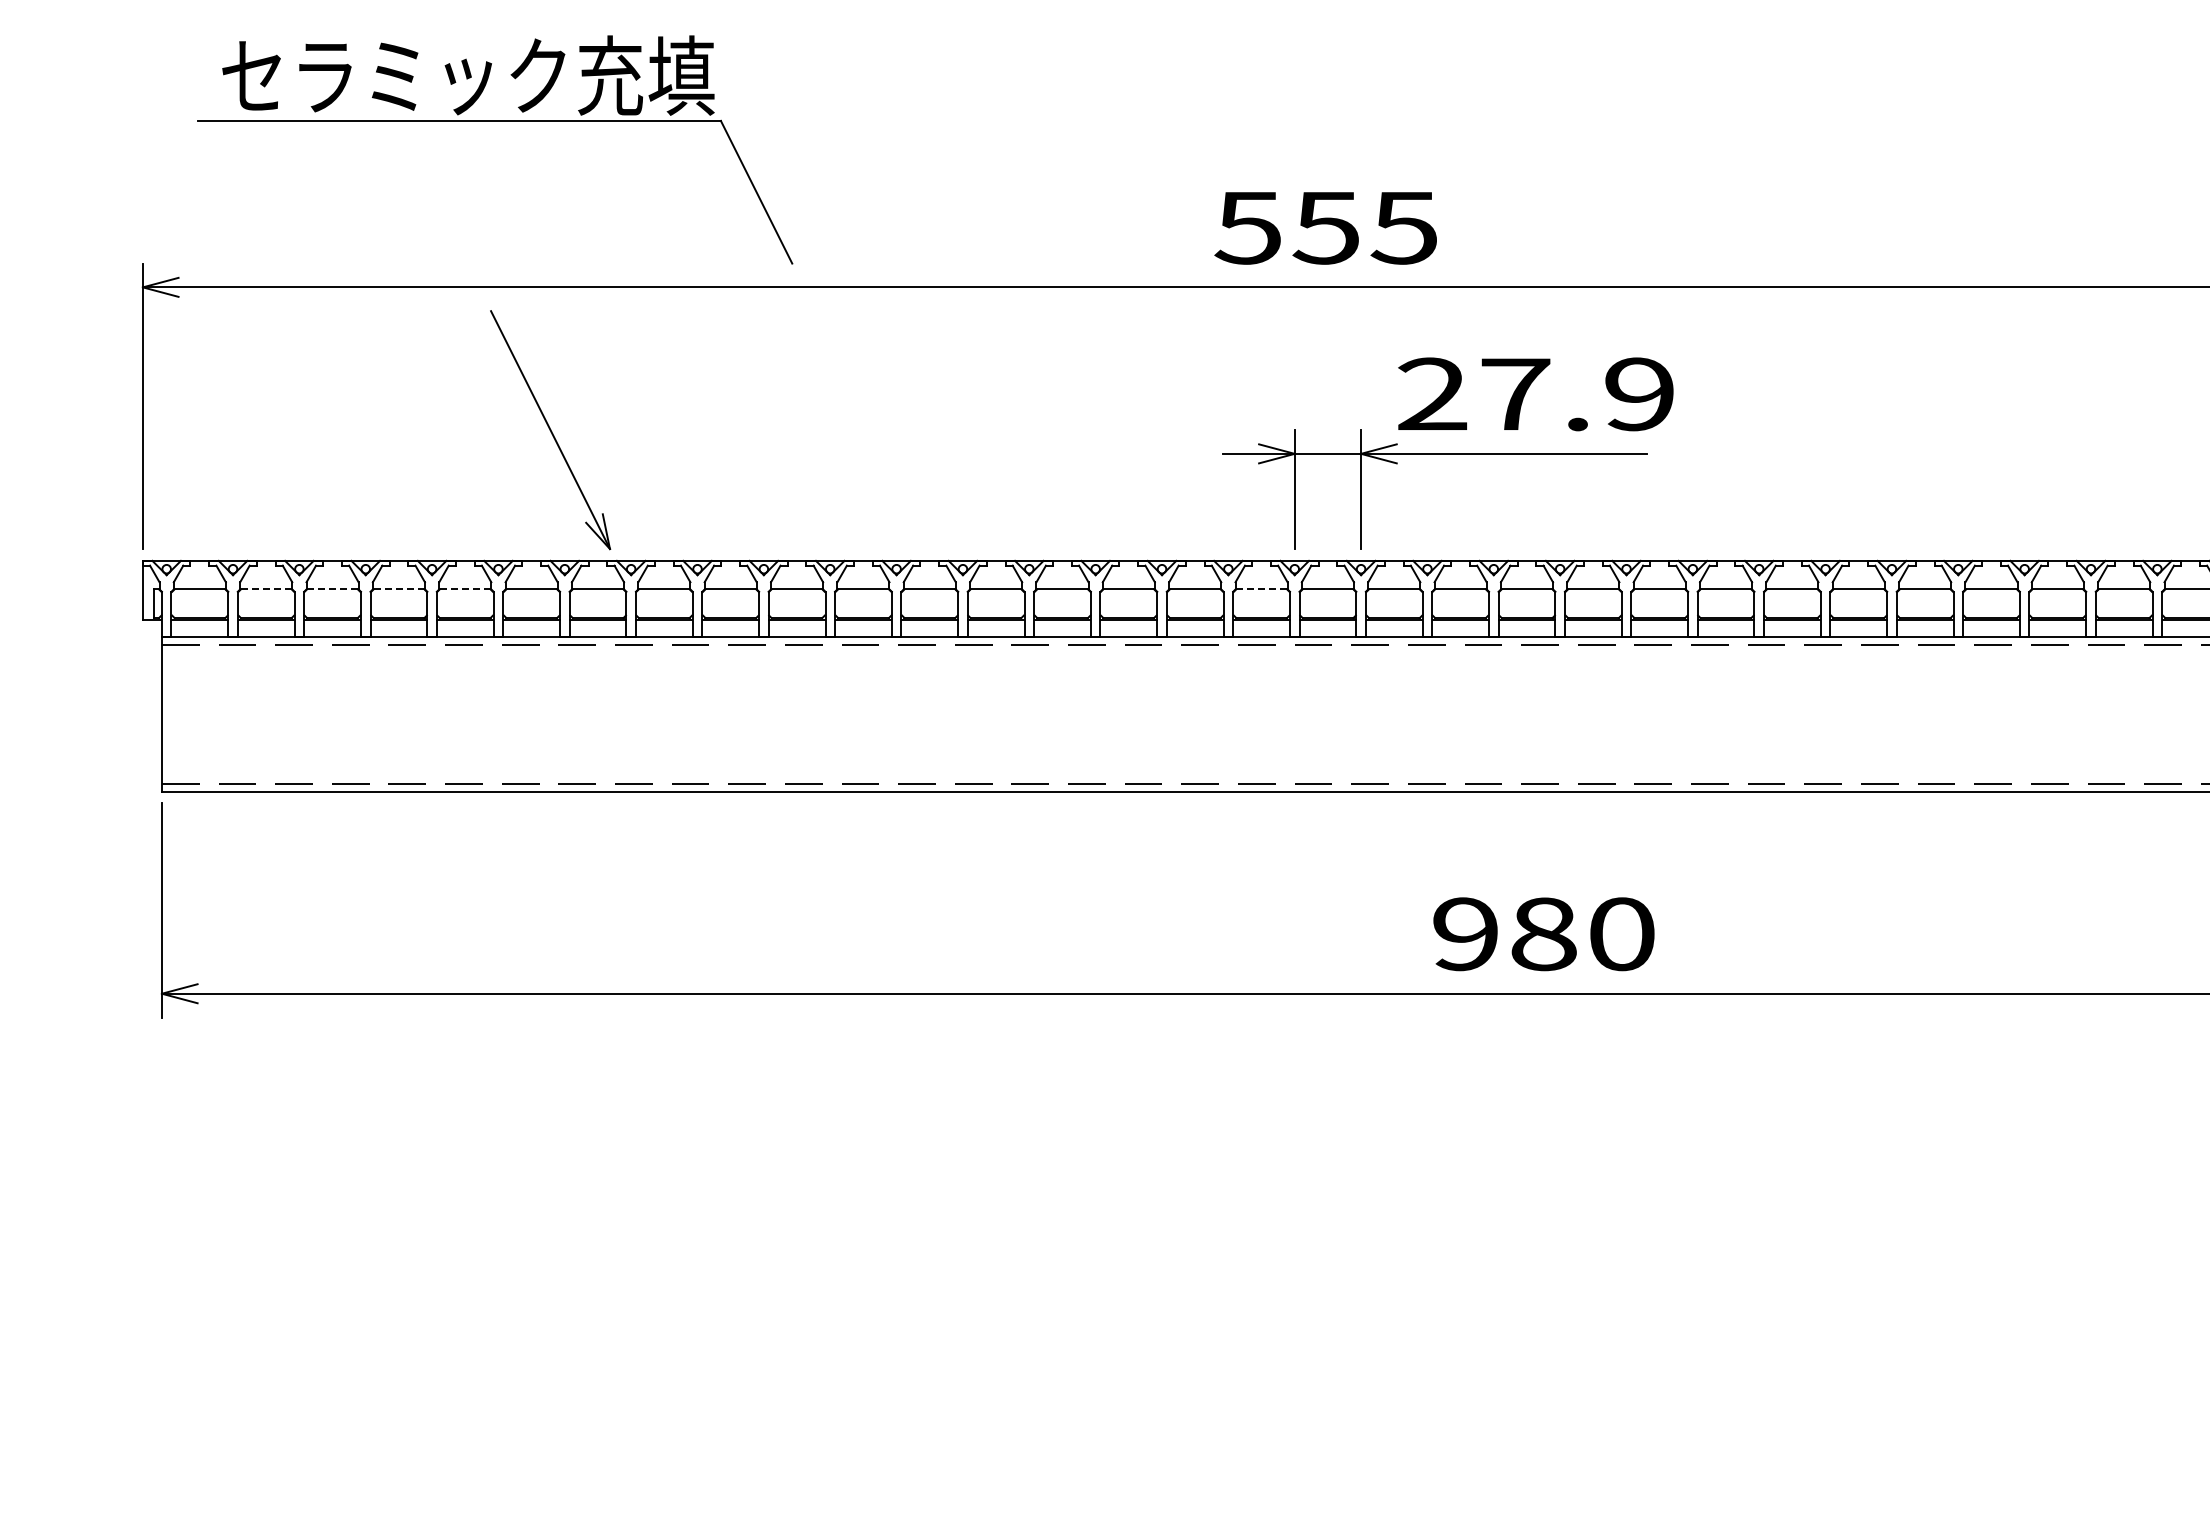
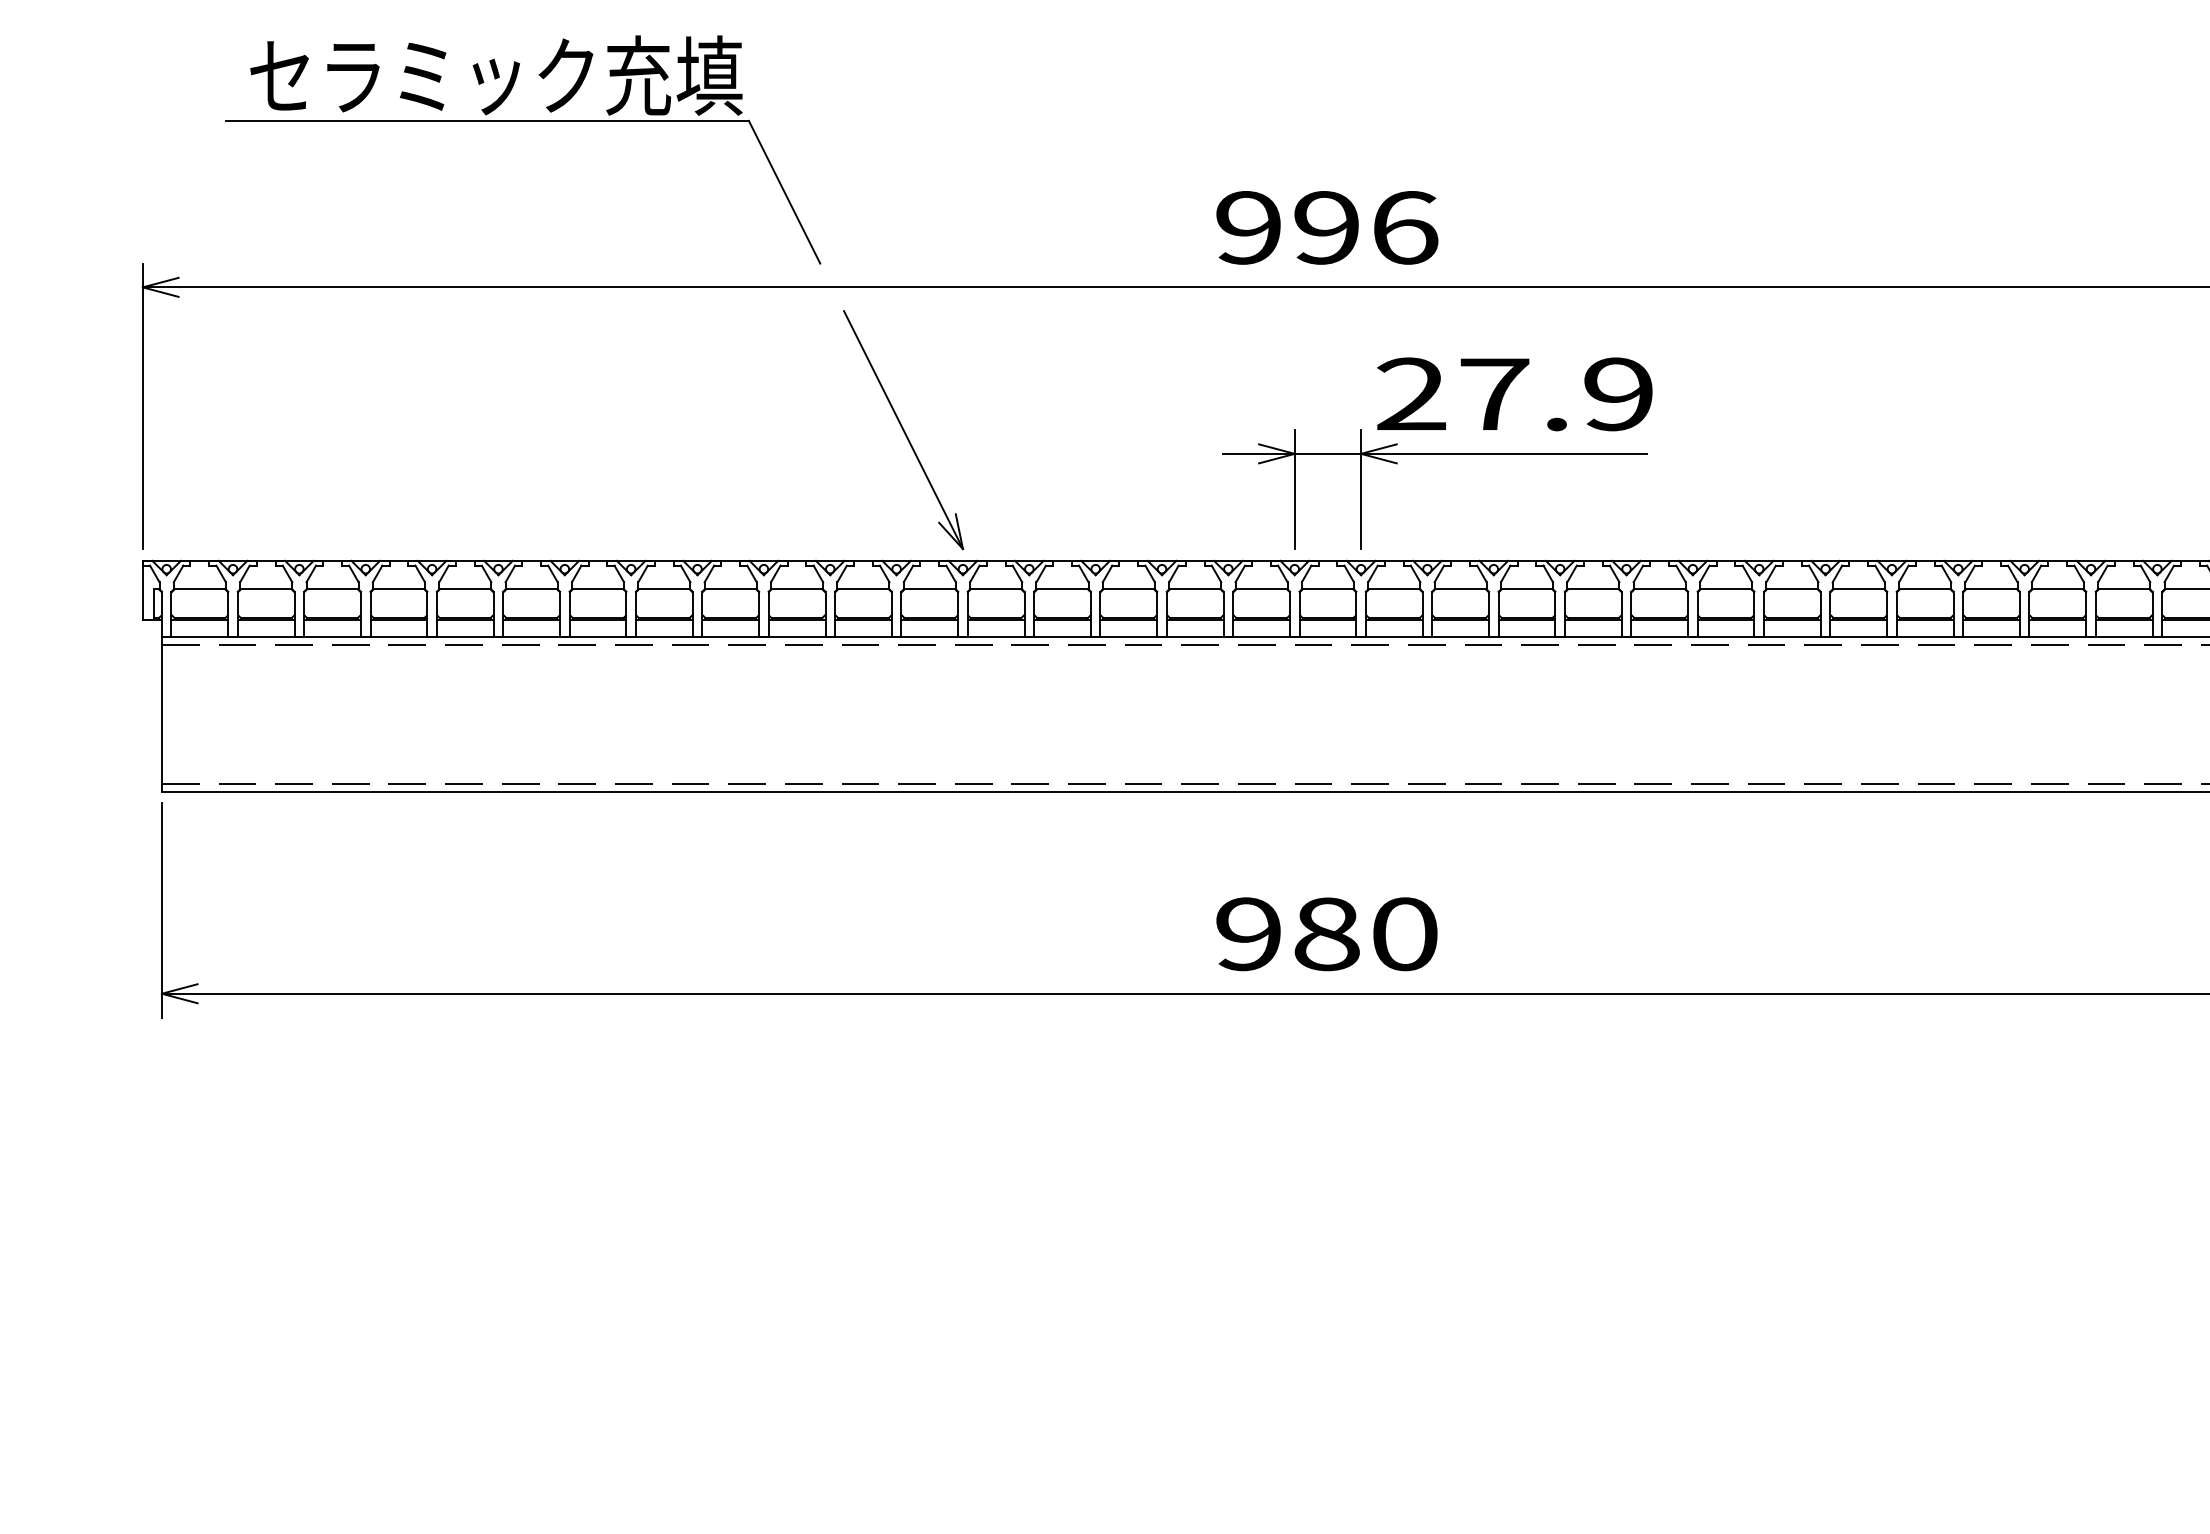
part at (495, 121) position: (495, 121) -> (523, 121)
text at (1326, 227): 555 -> 996
text at (1535, 394) position: (1535, 394) -> (1514, 394)
part at (550, 430) position: (550, 430) -> (903, 430)
line at (266, 589): dashed -> solid
line at (332, 589): dashed -> solid
line at (399, 589): dashed -> solid
line at (465, 589): dashed -> solid
line at (1262, 589): dashed -> solid
text at (1543, 934) position: (1543, 934) -> (1326, 934)
